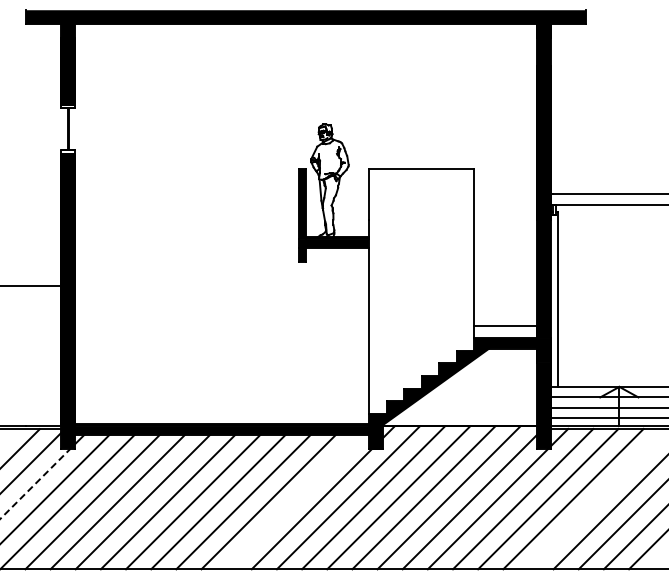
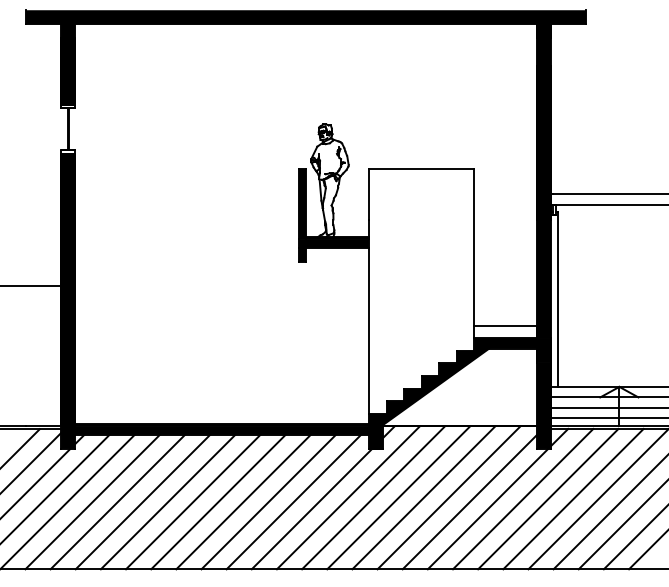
line at (35, 484): dashed -> solid
line at (596, 500): none -> present
line at (293, 501): none -> present
